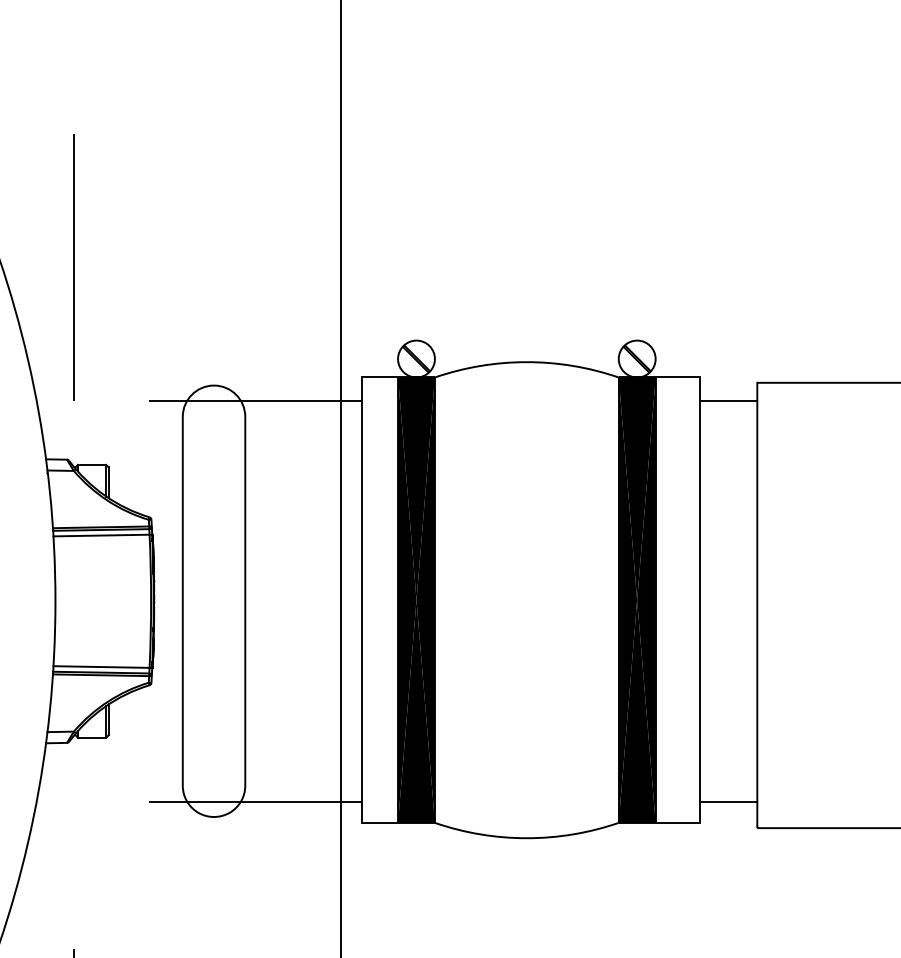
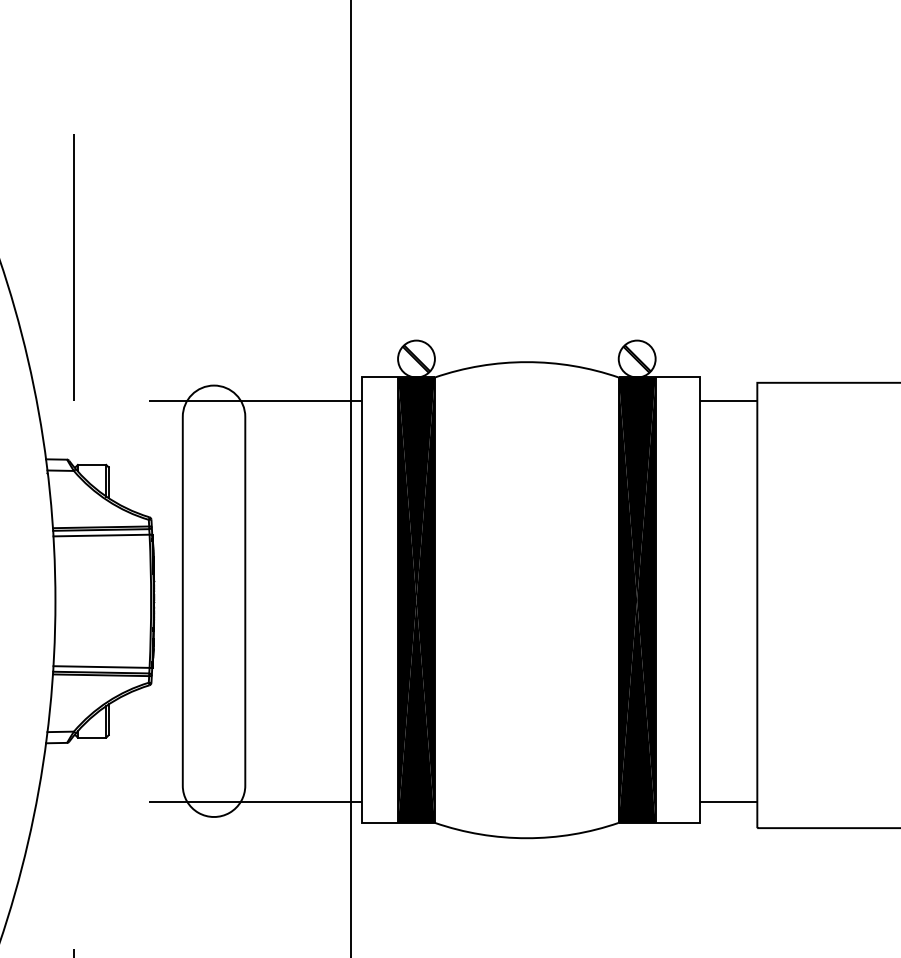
line at (341, 478) position: (341, 478) -> (351, 478)
